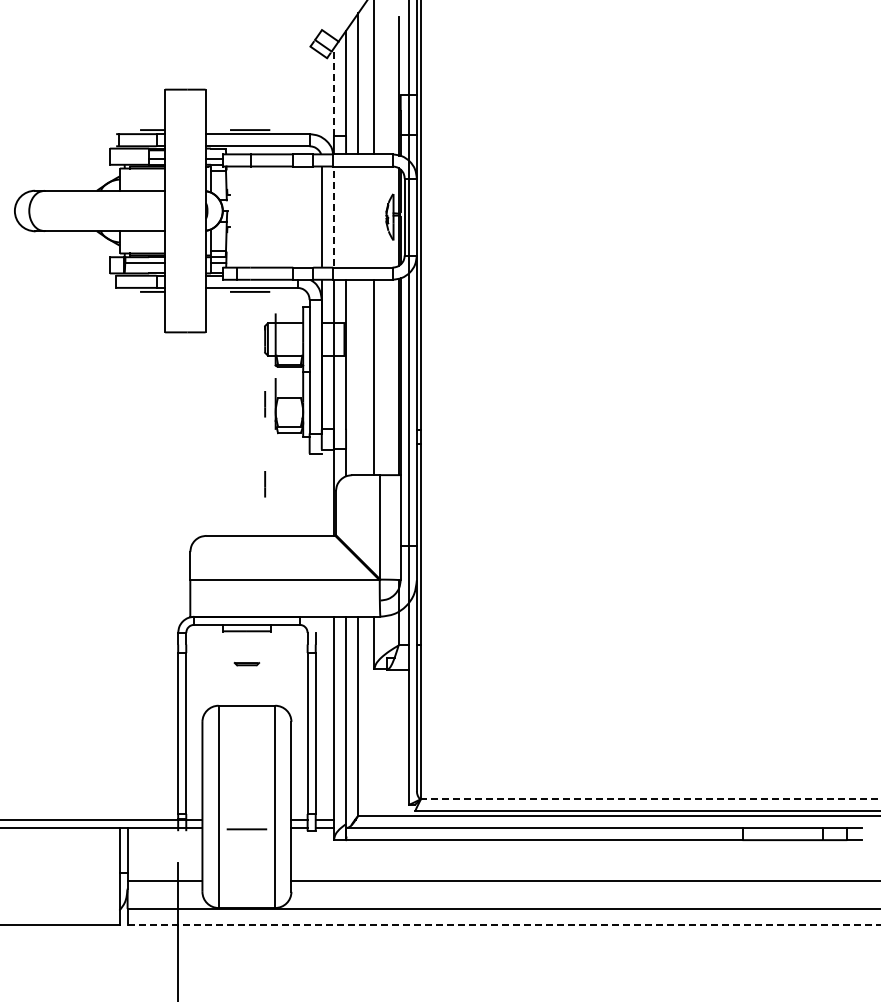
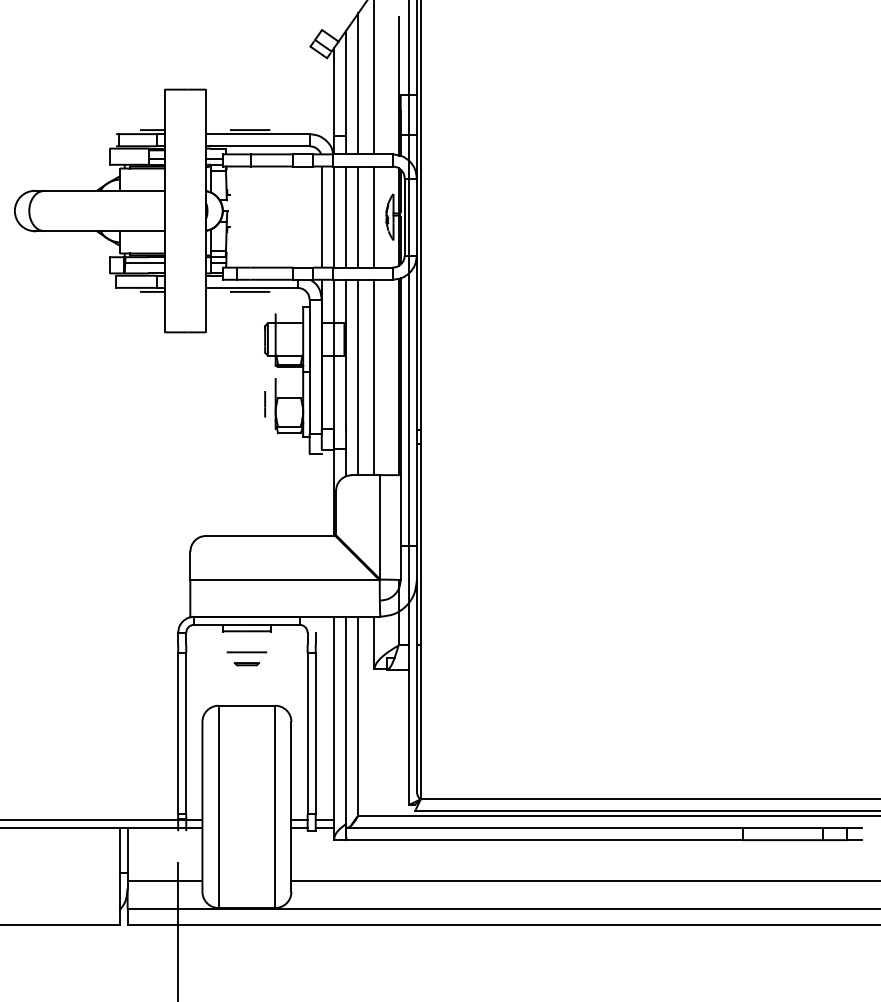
line at (333, 92): dashed -> solid
line at (333, 216): dashed -> solid
line at (346, 216): none -> present
line at (358, 216): none -> present
line at (374, 216): none -> present
line at (358, 377): none -> present
line at (265, 484): present -> none
line at (650, 799): dashed -> solid
line at (246, 829) position: (246, 829) -> (246, 652)
line at (504, 925): dashed -> solid
